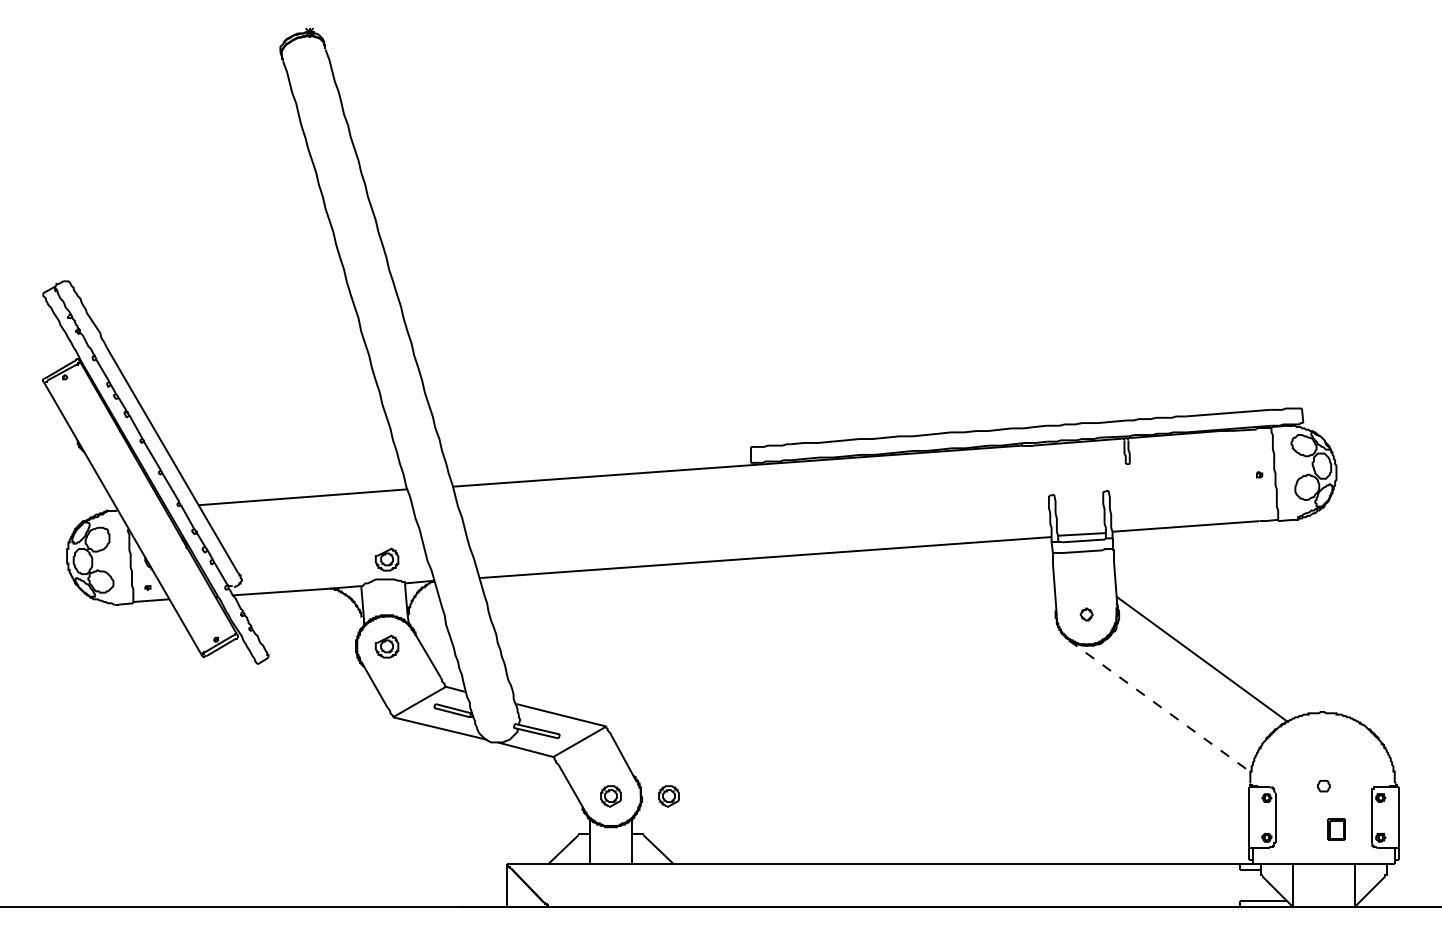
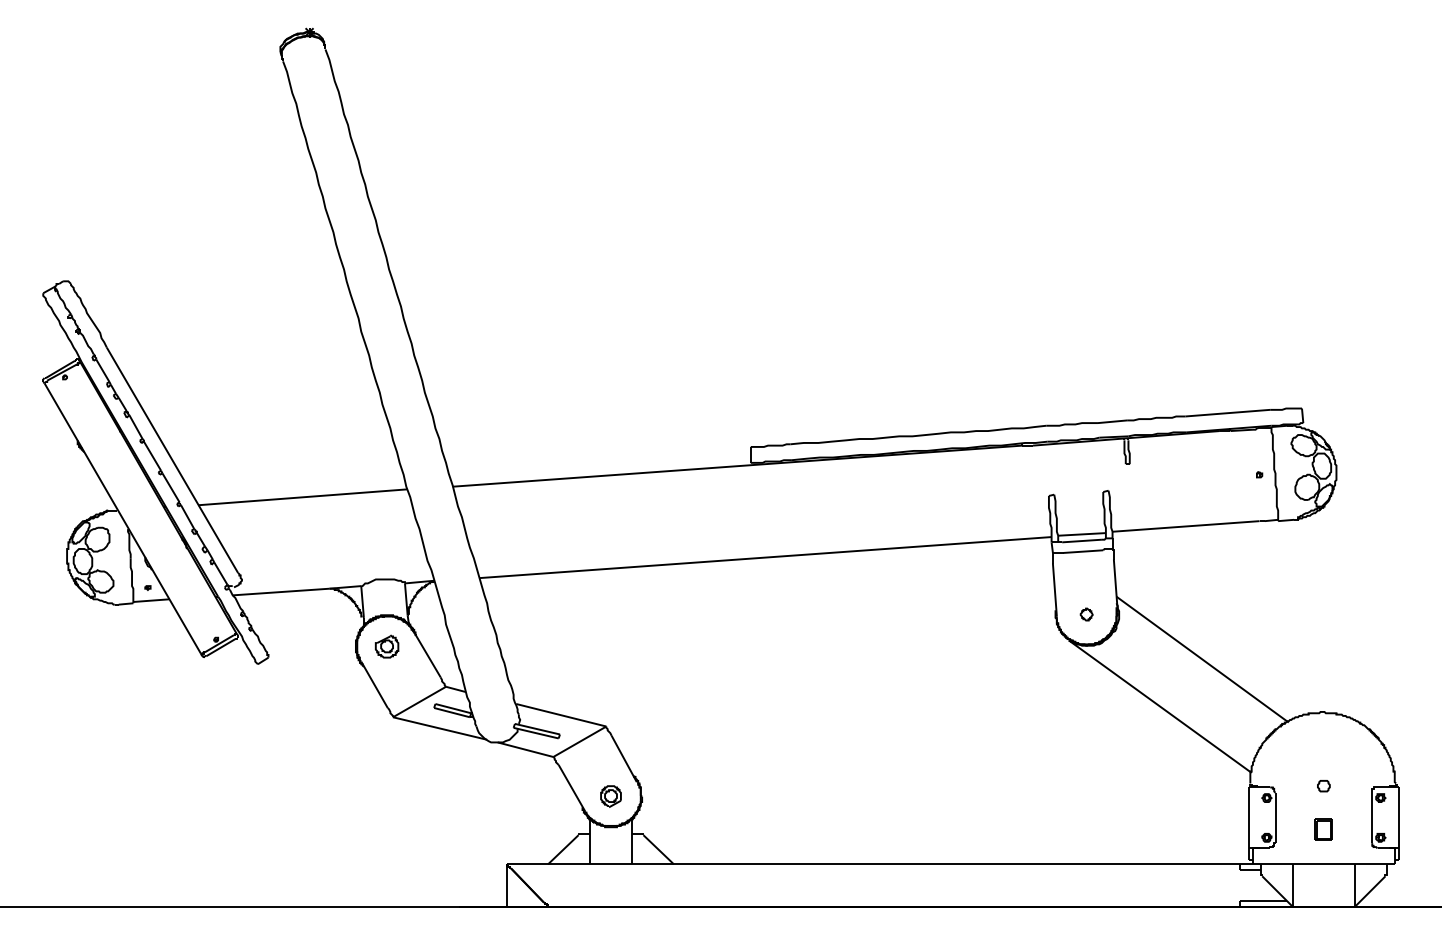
part at (386, 559): present -> none
line at (1160, 706): dashed -> solid
part at (668, 796): present -> none
part at (1336, 829) position: (1336, 829) -> (1323, 829)
